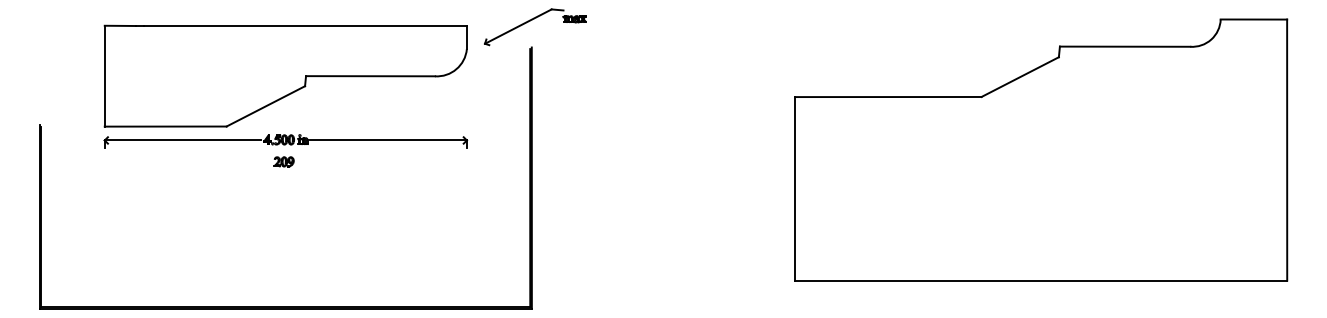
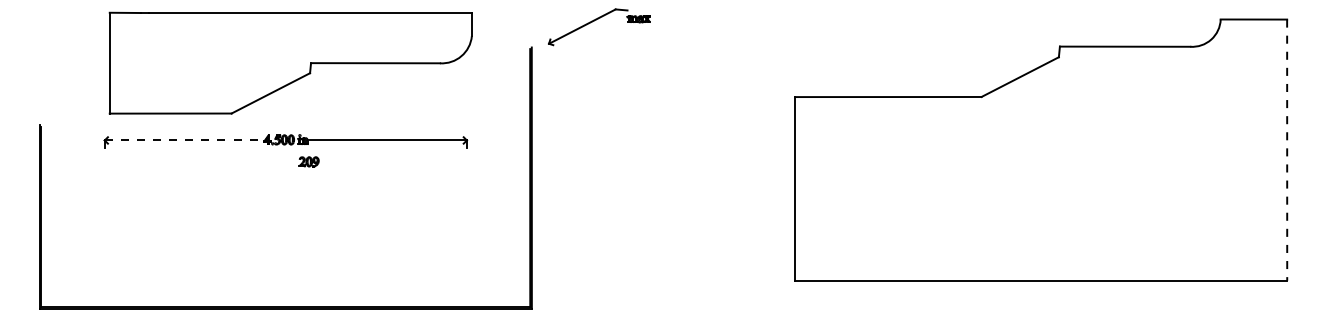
part at (532, 20) position: (532, 20) -> (596, 20)
part at (285, 75) position: (285, 75) -> (290, 62)
line at (183, 140): solid -> dashed
line at (1287, 150): solid -> dashed
part at (283, 161) position: (283, 161) -> (308, 161)
